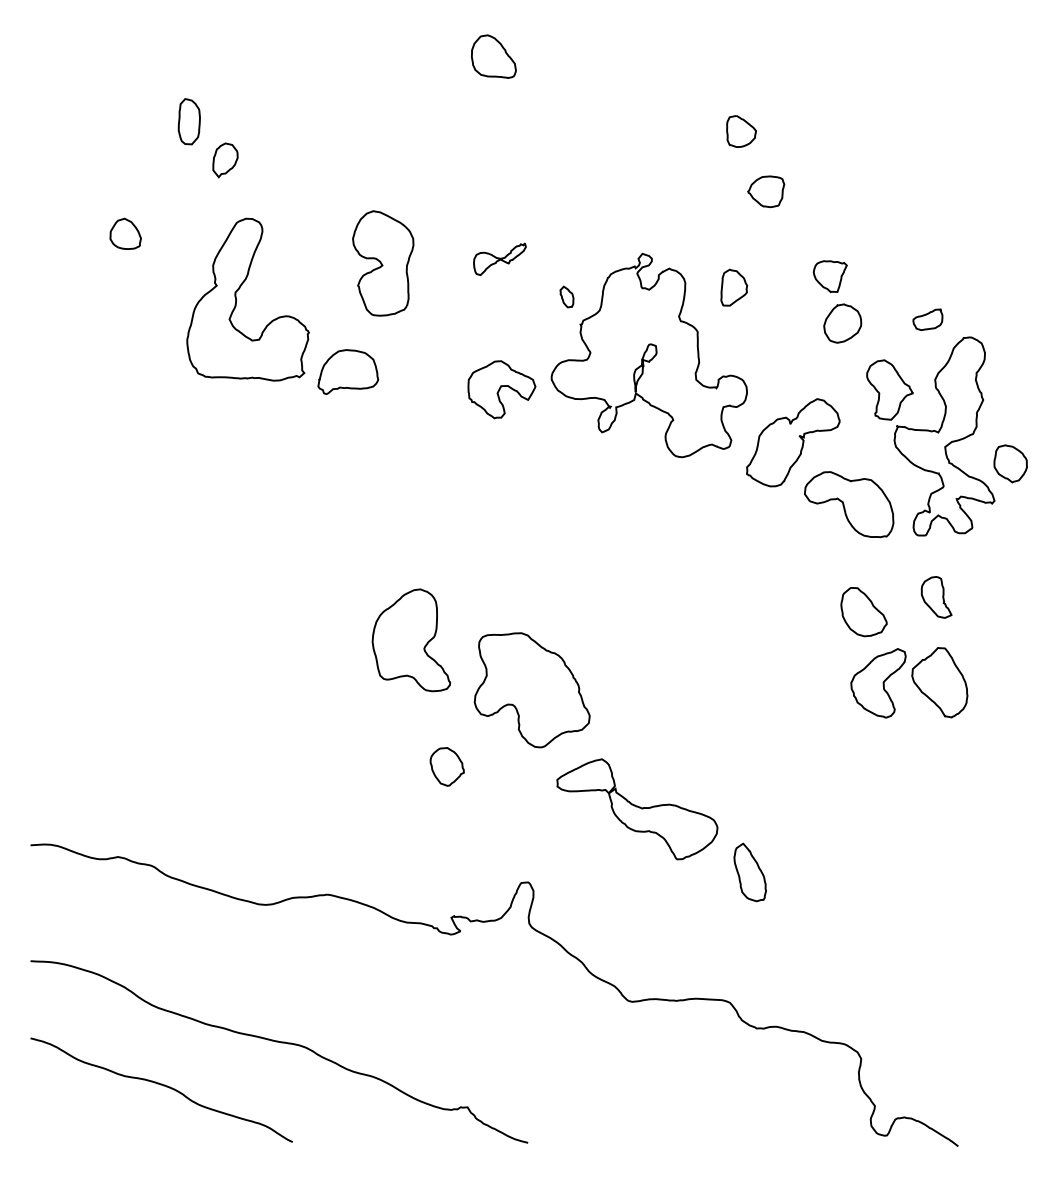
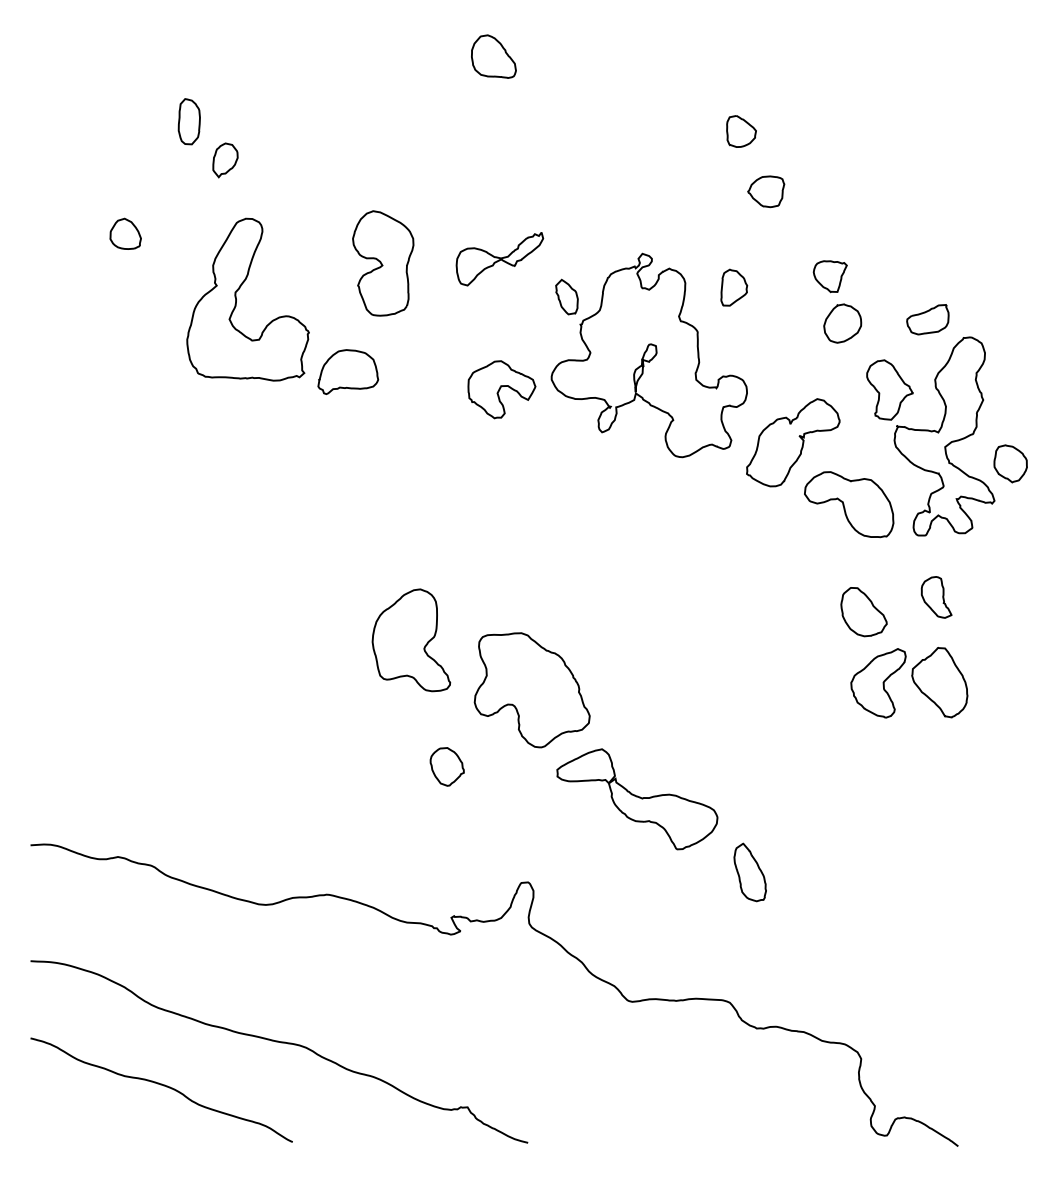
part at (499, 258) size: 54x34 px -> 90x55 px
part at (566, 296) size: 16x24 px -> 24x38 px
part at (927, 319) size: 32x23 px -> 44x32 px
part at (637, 809) position: (637, 809) -> (637, 799)
